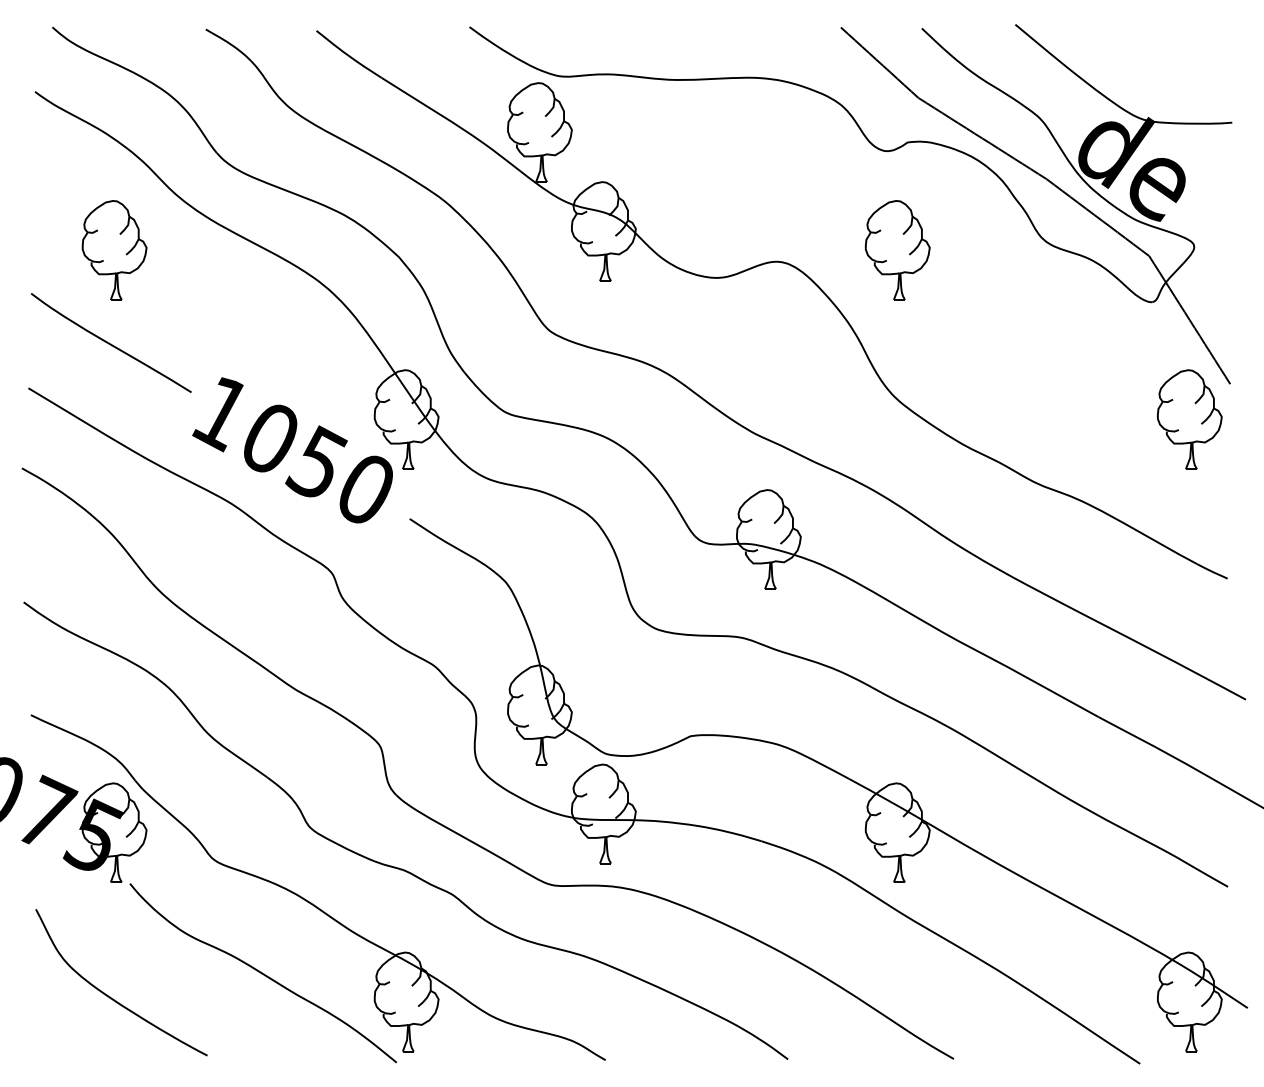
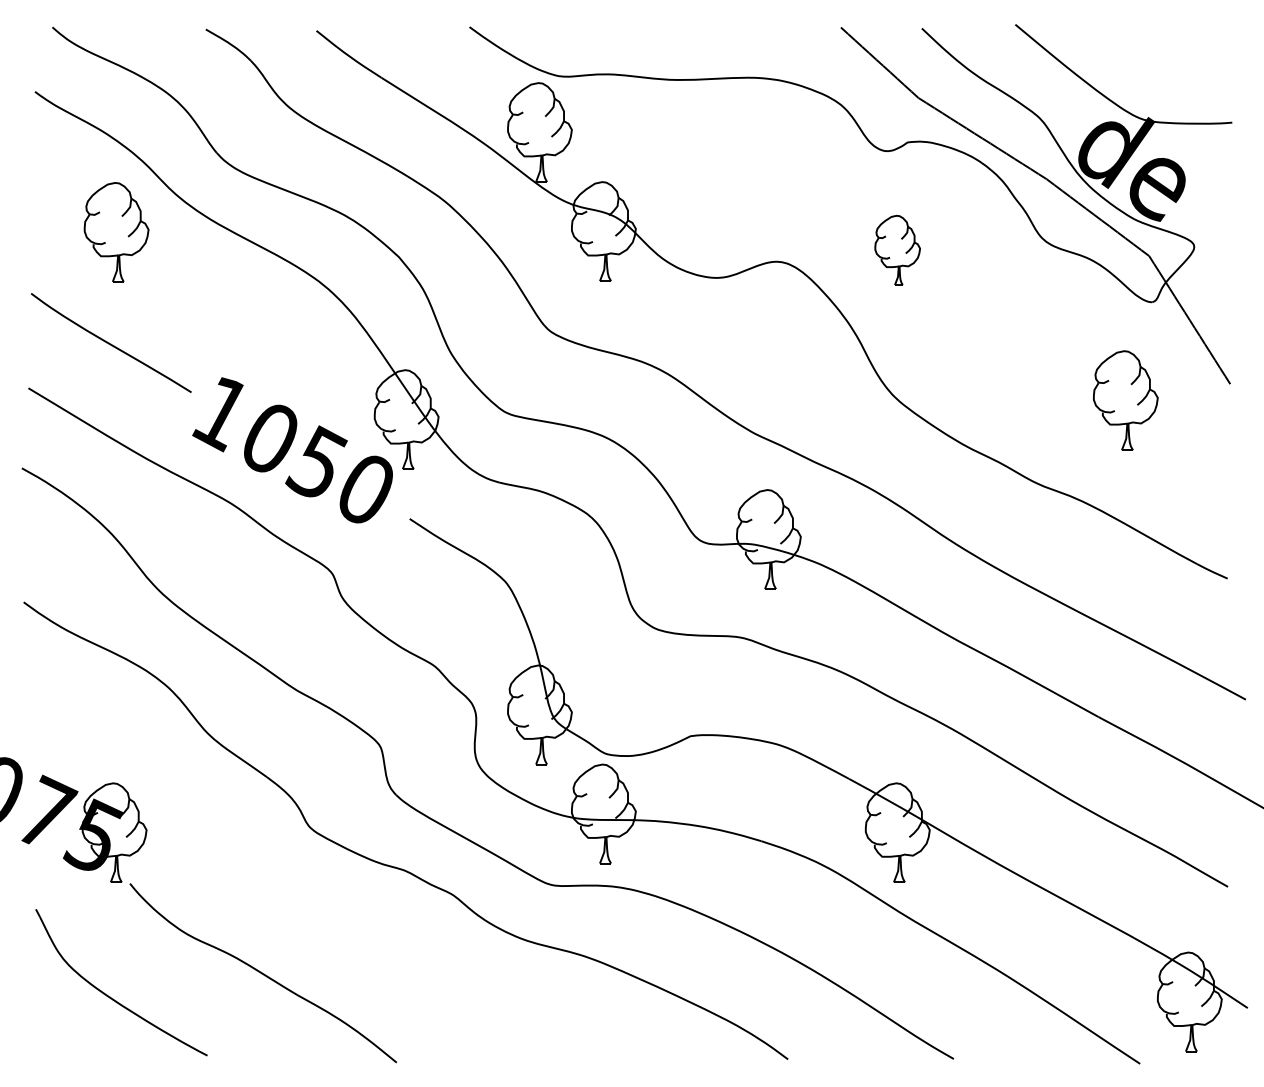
part at (114, 250) position: (114, 250) -> (116, 232)
part at (897, 250) size: 67x101 px -> 47x72 px
part at (1189, 419) position: (1189, 419) -> (1125, 400)
part at (308, 900): present -> none
